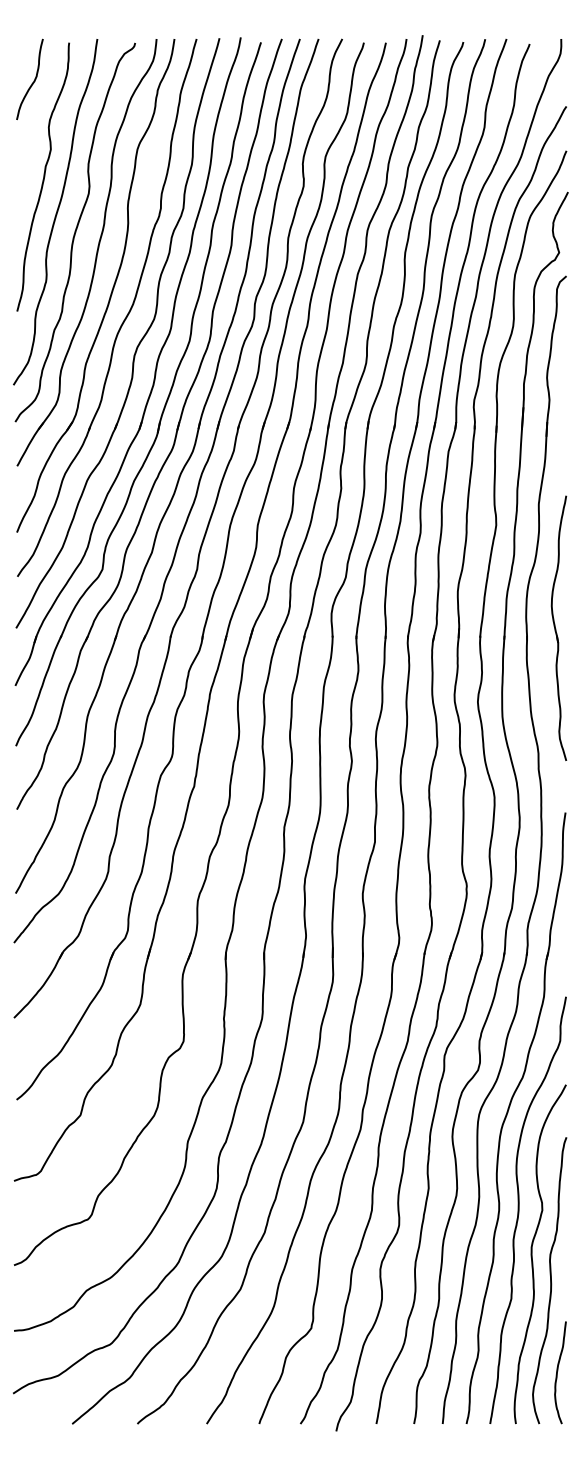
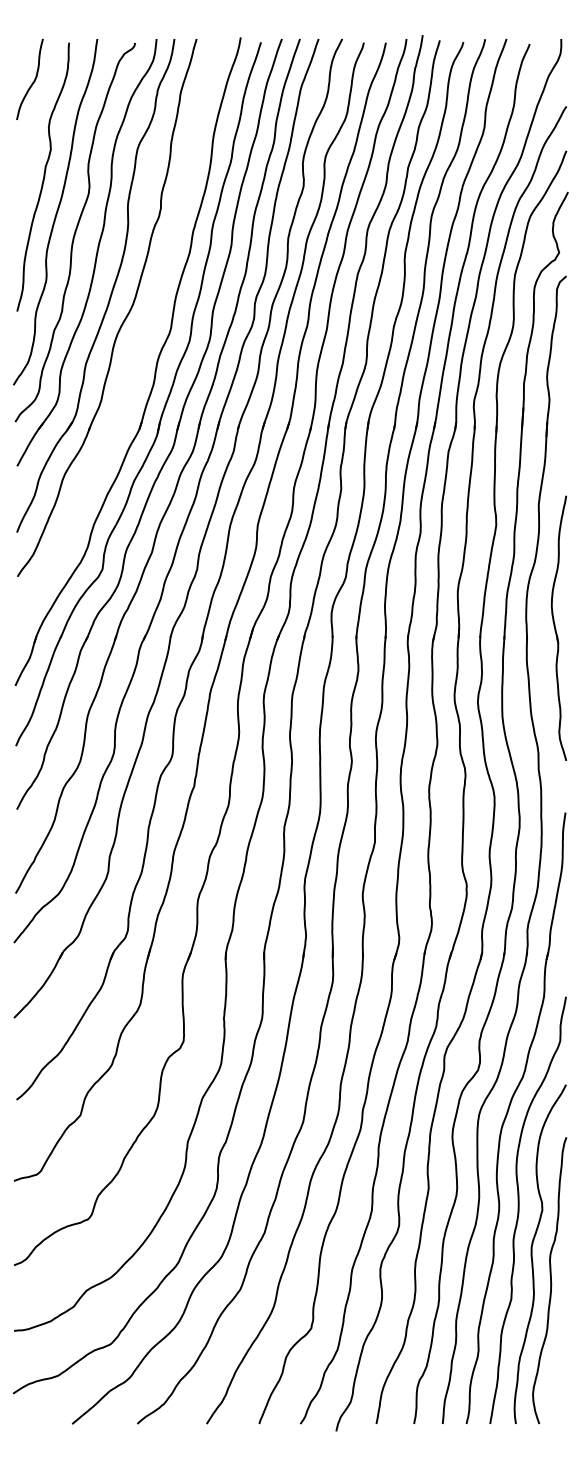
part at (136, 346): present -> none
curve at (558, 1371): present -> none
